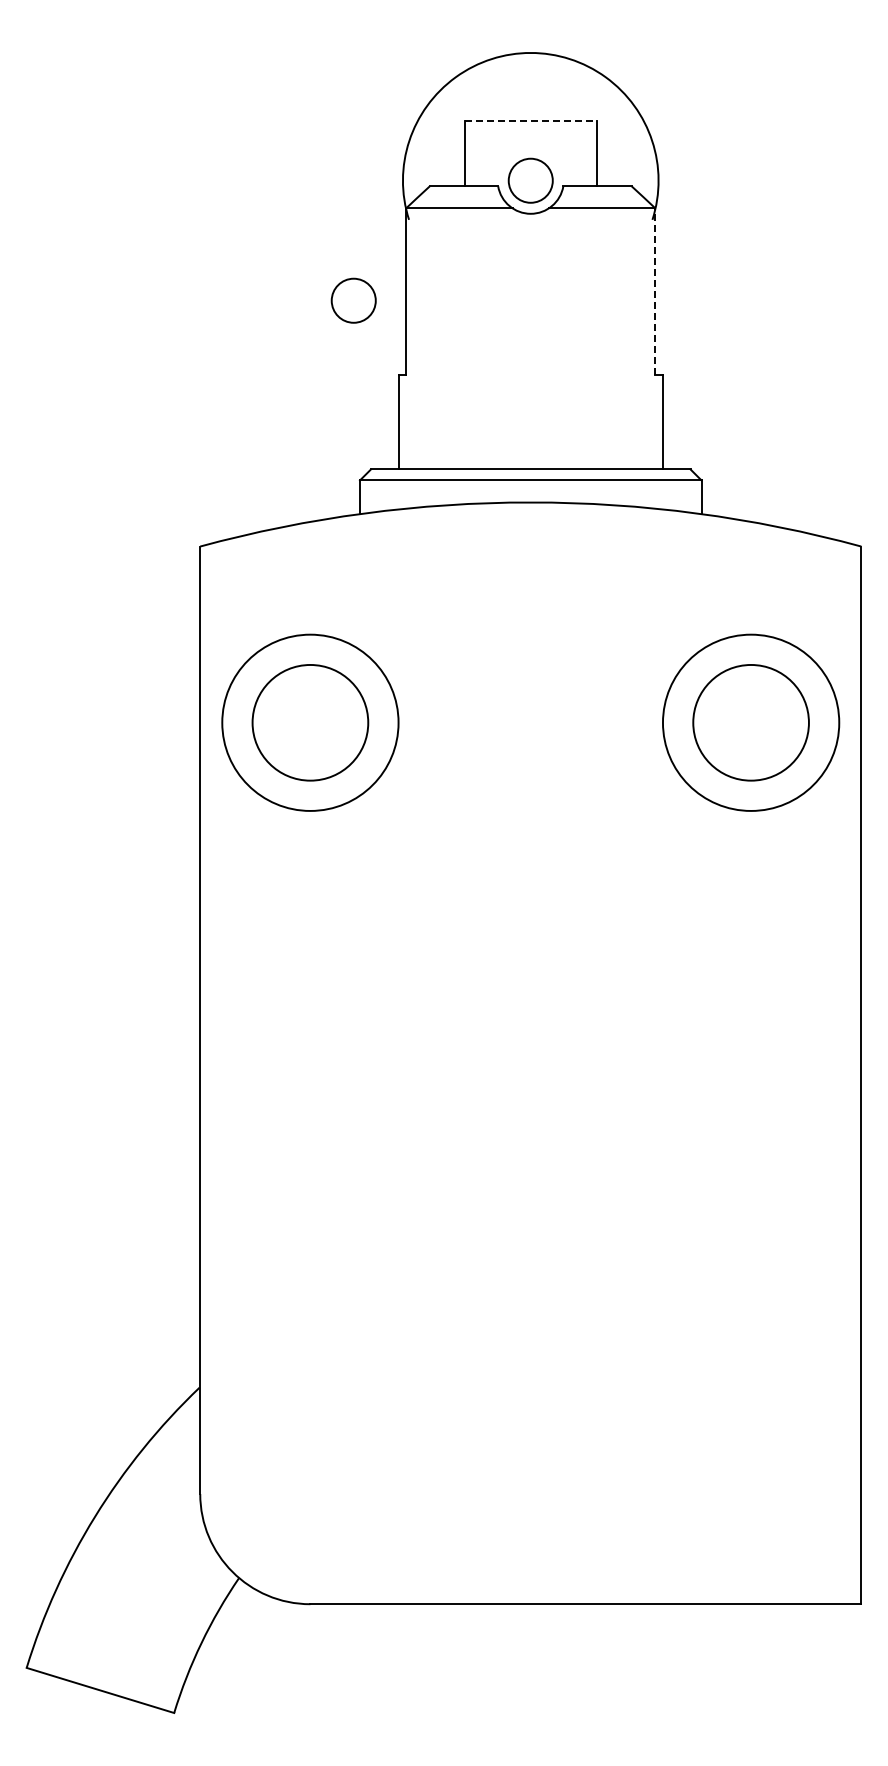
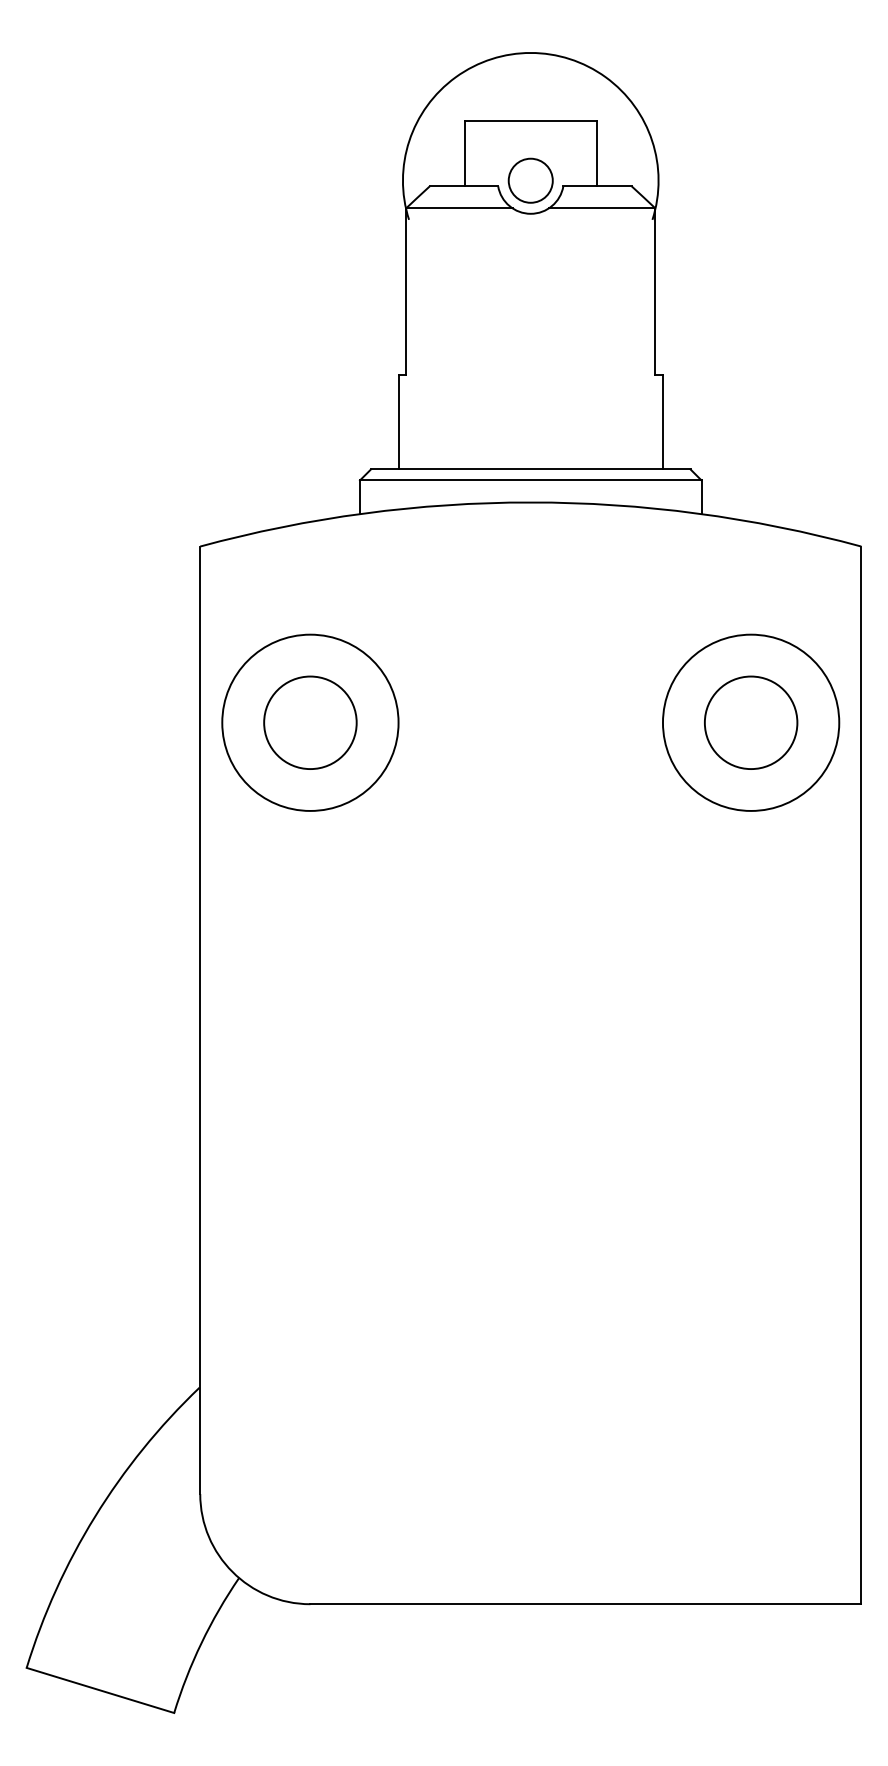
line at (531, 121): dashed -> solid
line at (655, 291): dashed -> solid
circle at (353, 300): present -> none
circle at (310, 722) diameter: 116 px -> 93 px
circle at (750, 722) diameter: 116 px -> 93 px
